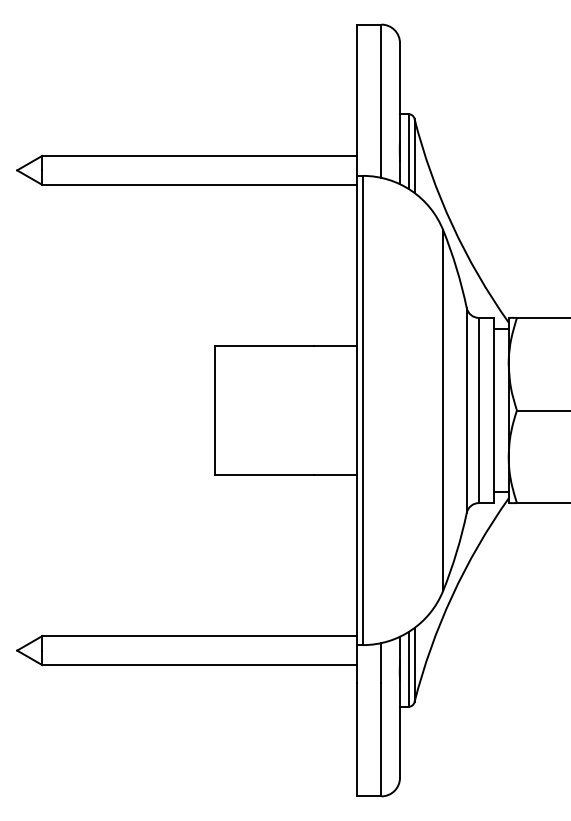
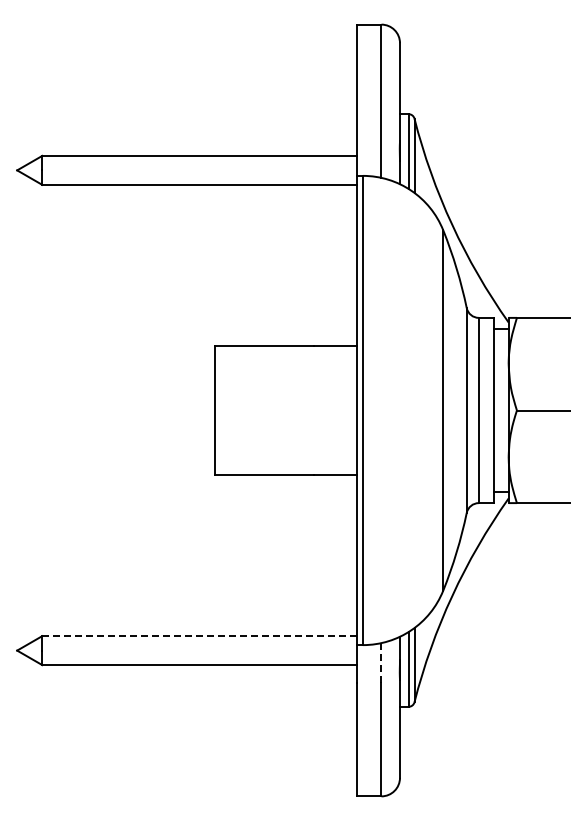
line at (199, 636): solid -> dashed
line at (381, 662): solid -> dashed
